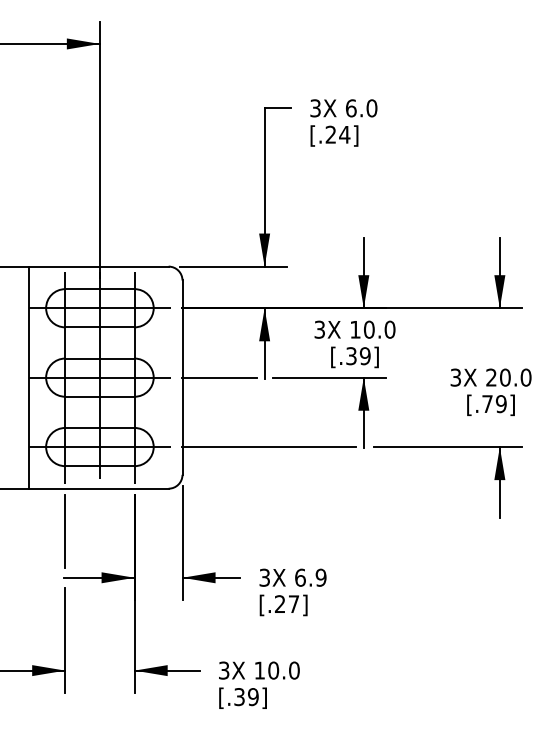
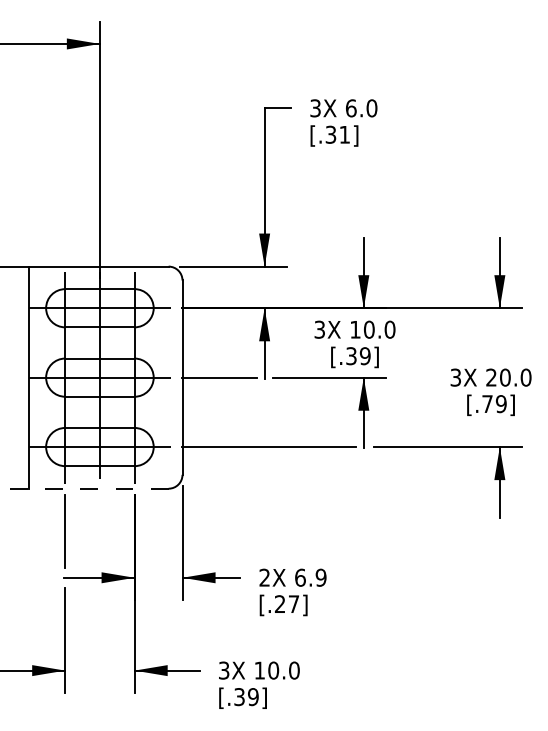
text at (337, 134): [.24] -> [.31]
line at (83, 488): solid -> dashed
text at (264, 577): 3X -> 2X
